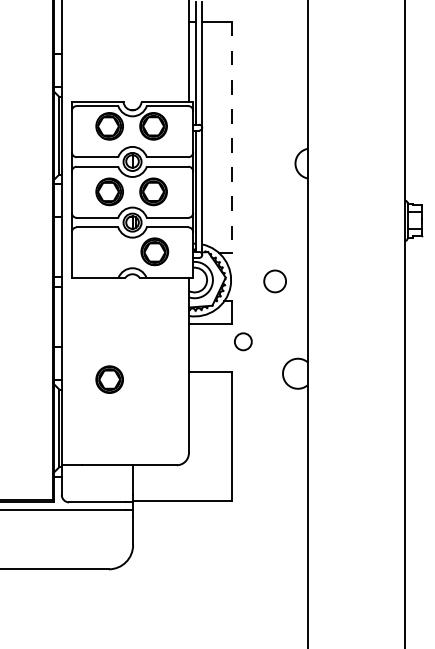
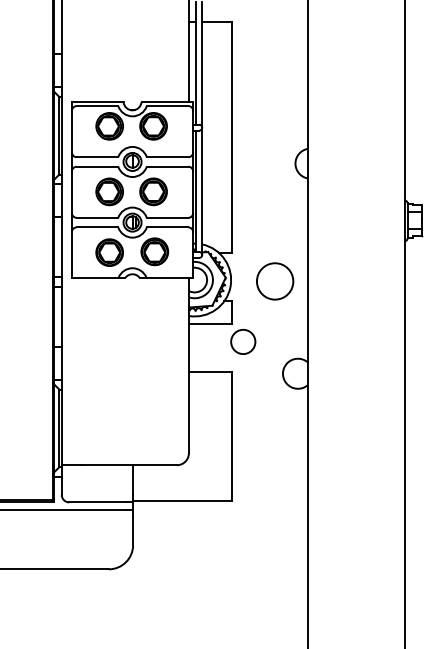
line at (231, 137): dashed -> solid
circle at (275, 281) diameter: 22 px -> 36 px
circle at (243, 341) size: 19x20 px -> 27x27 px
part at (109, 379) position: (109, 379) -> (109, 252)
